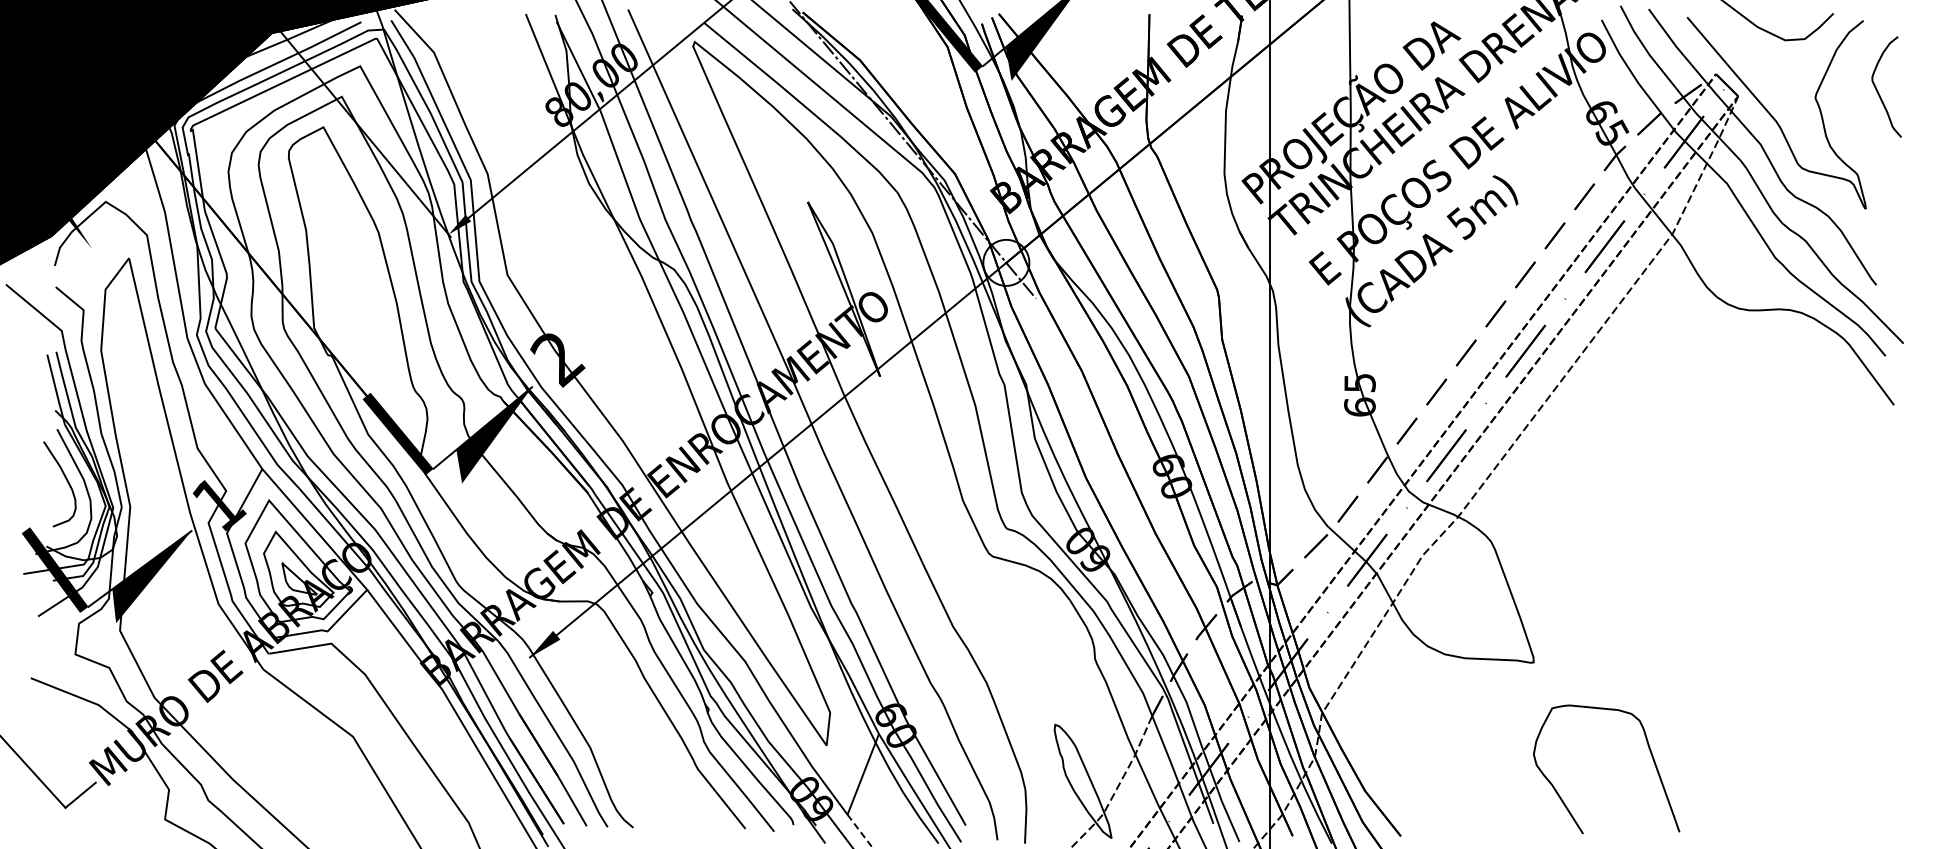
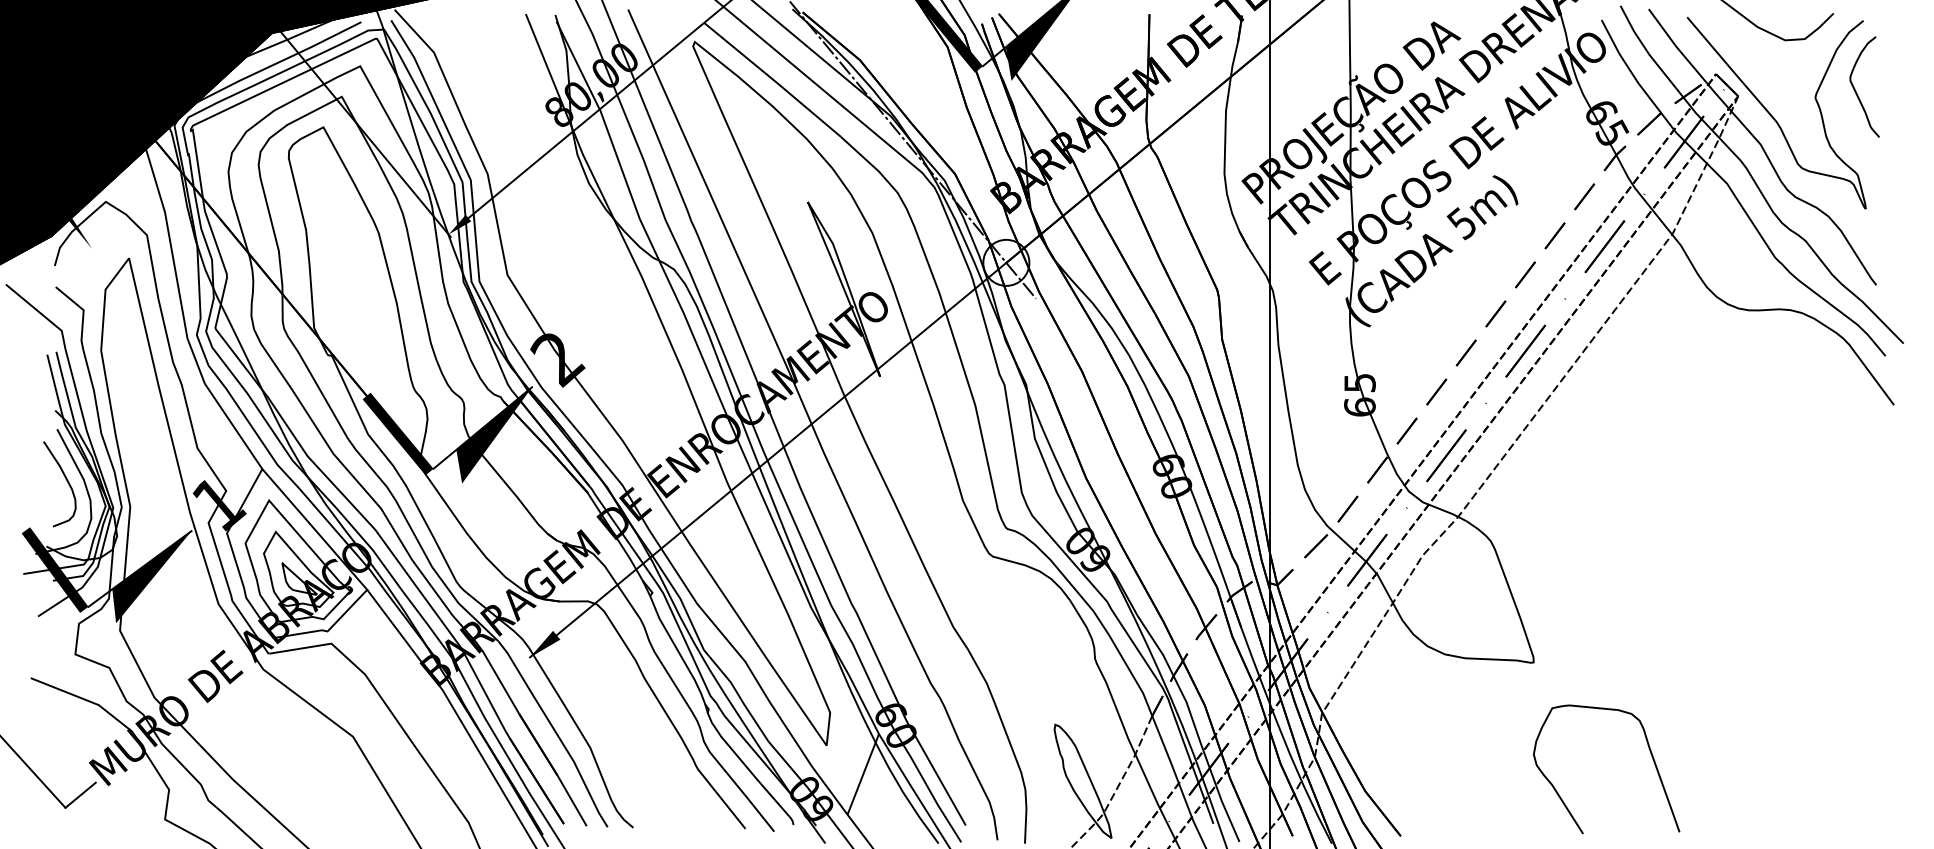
curve at (1878, 91) position: (1878, 91) -> (1856, 91)
line at (860, 832): dashed -> solid
